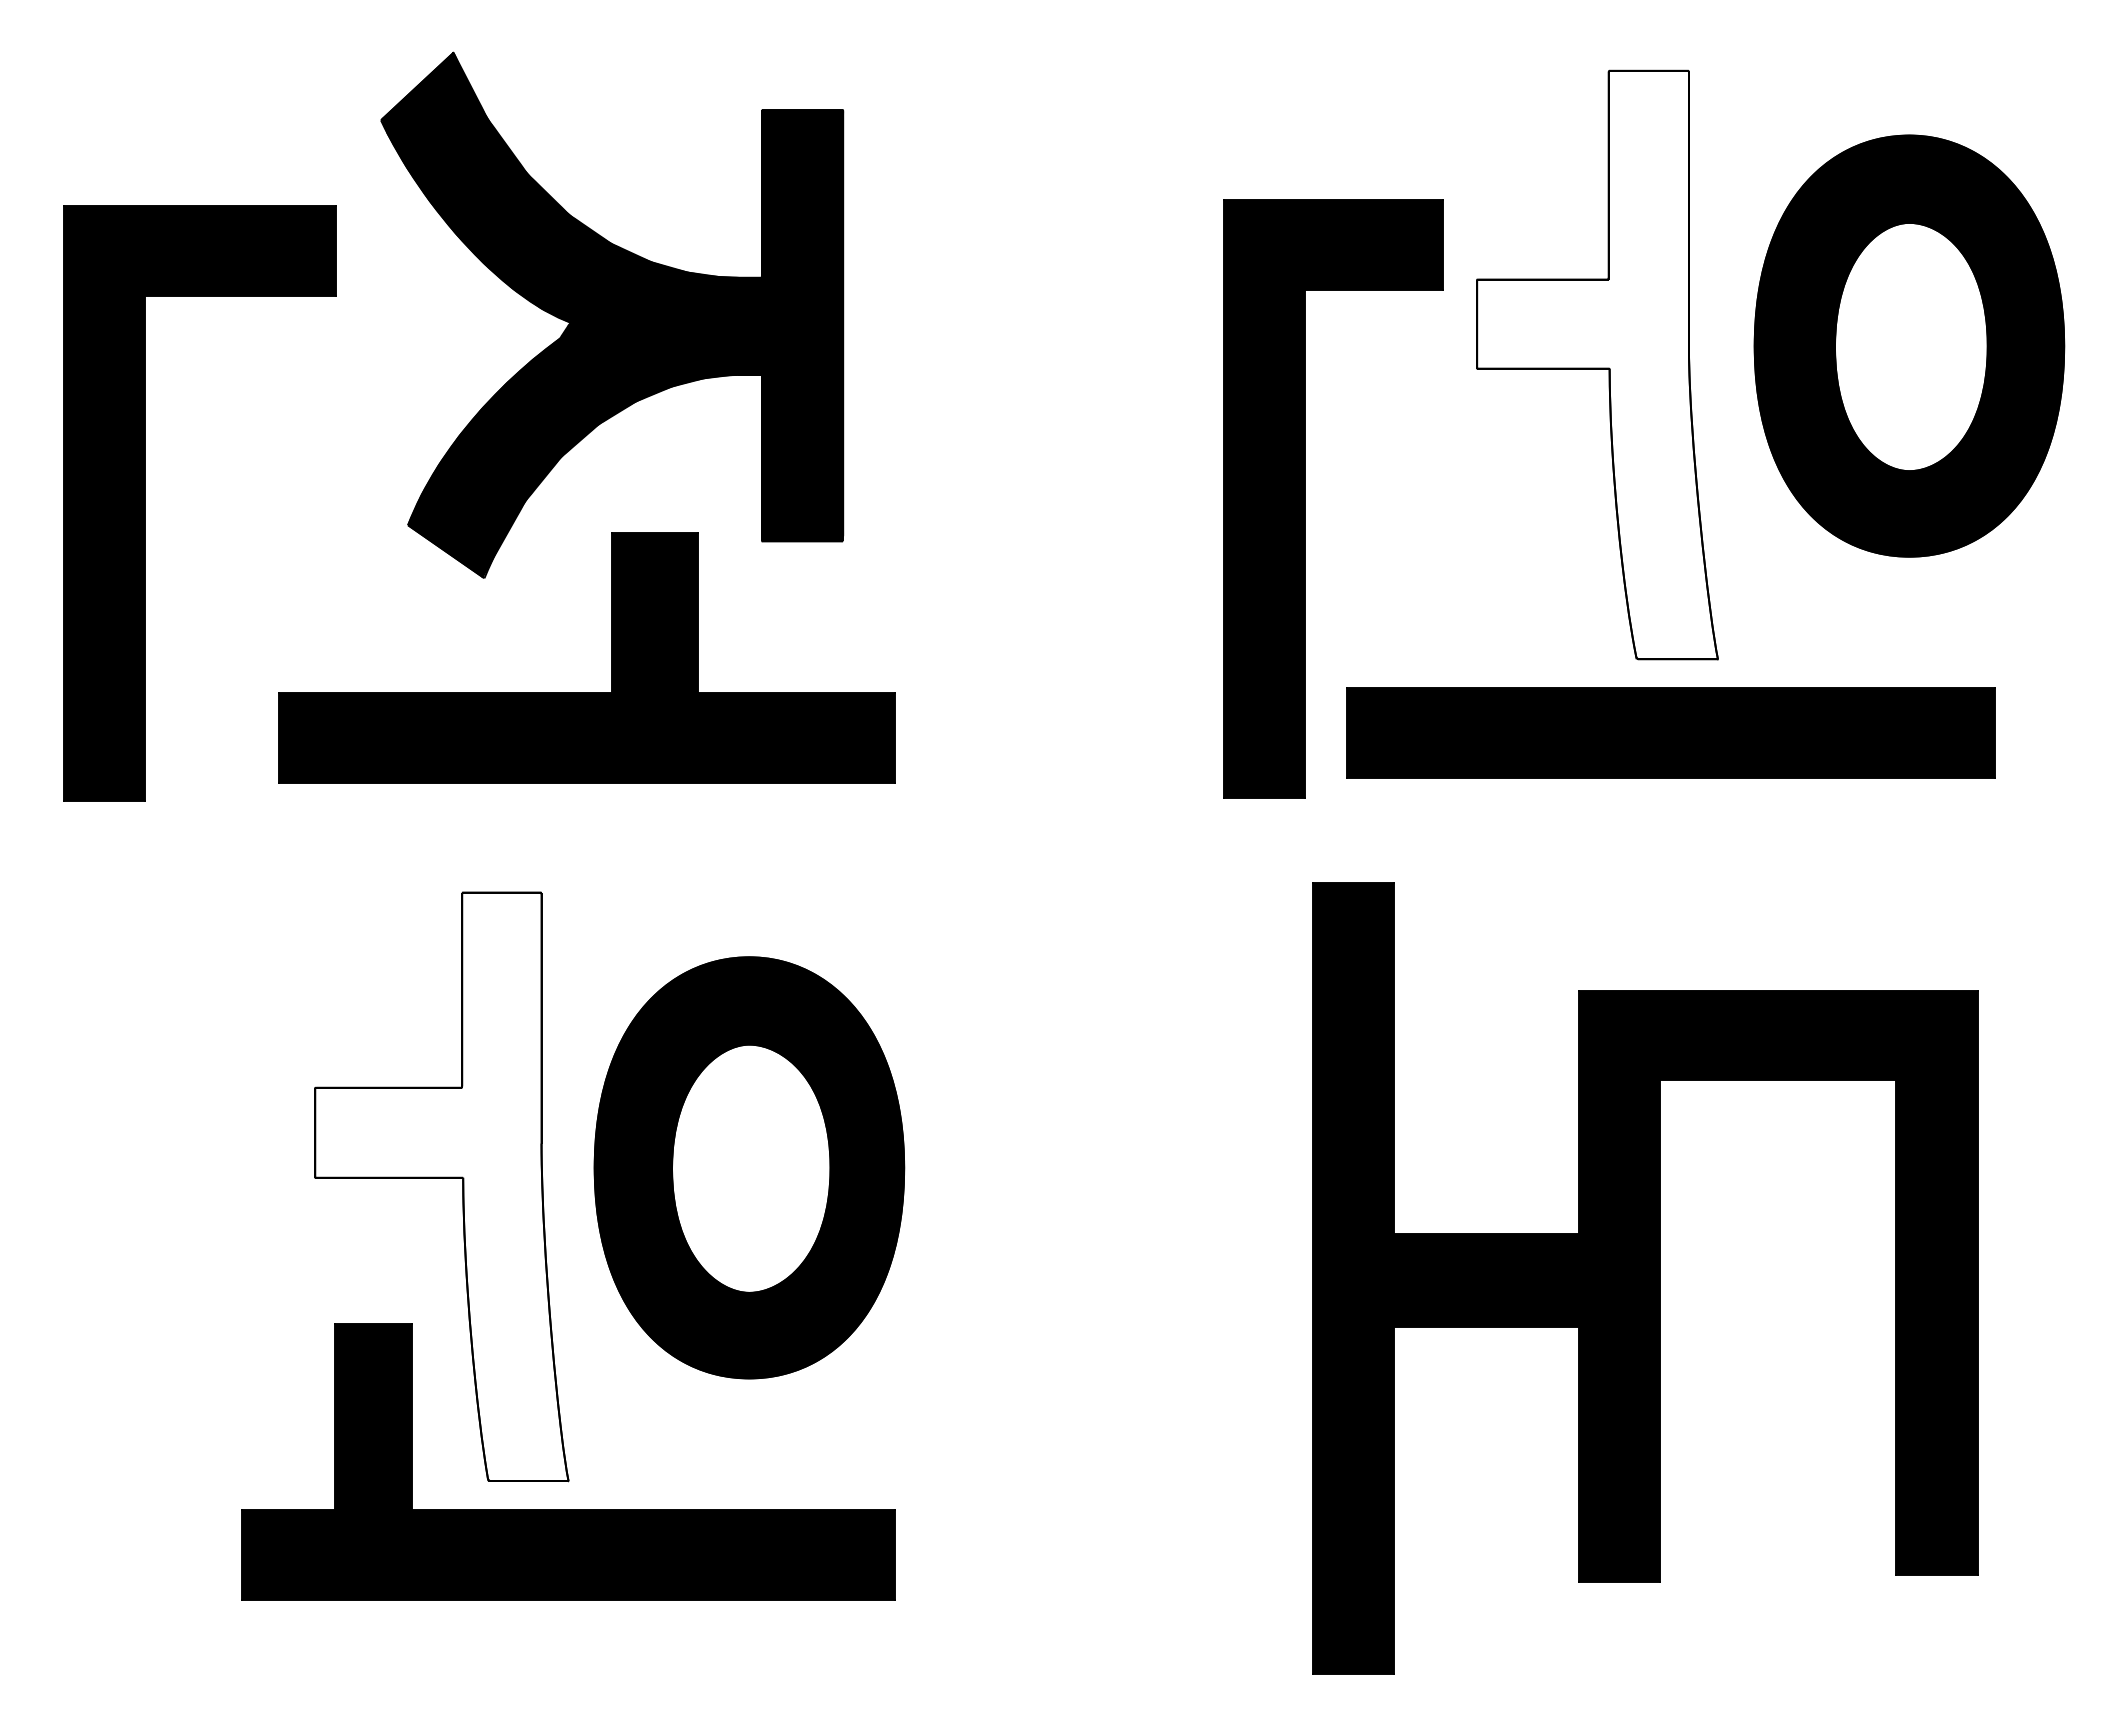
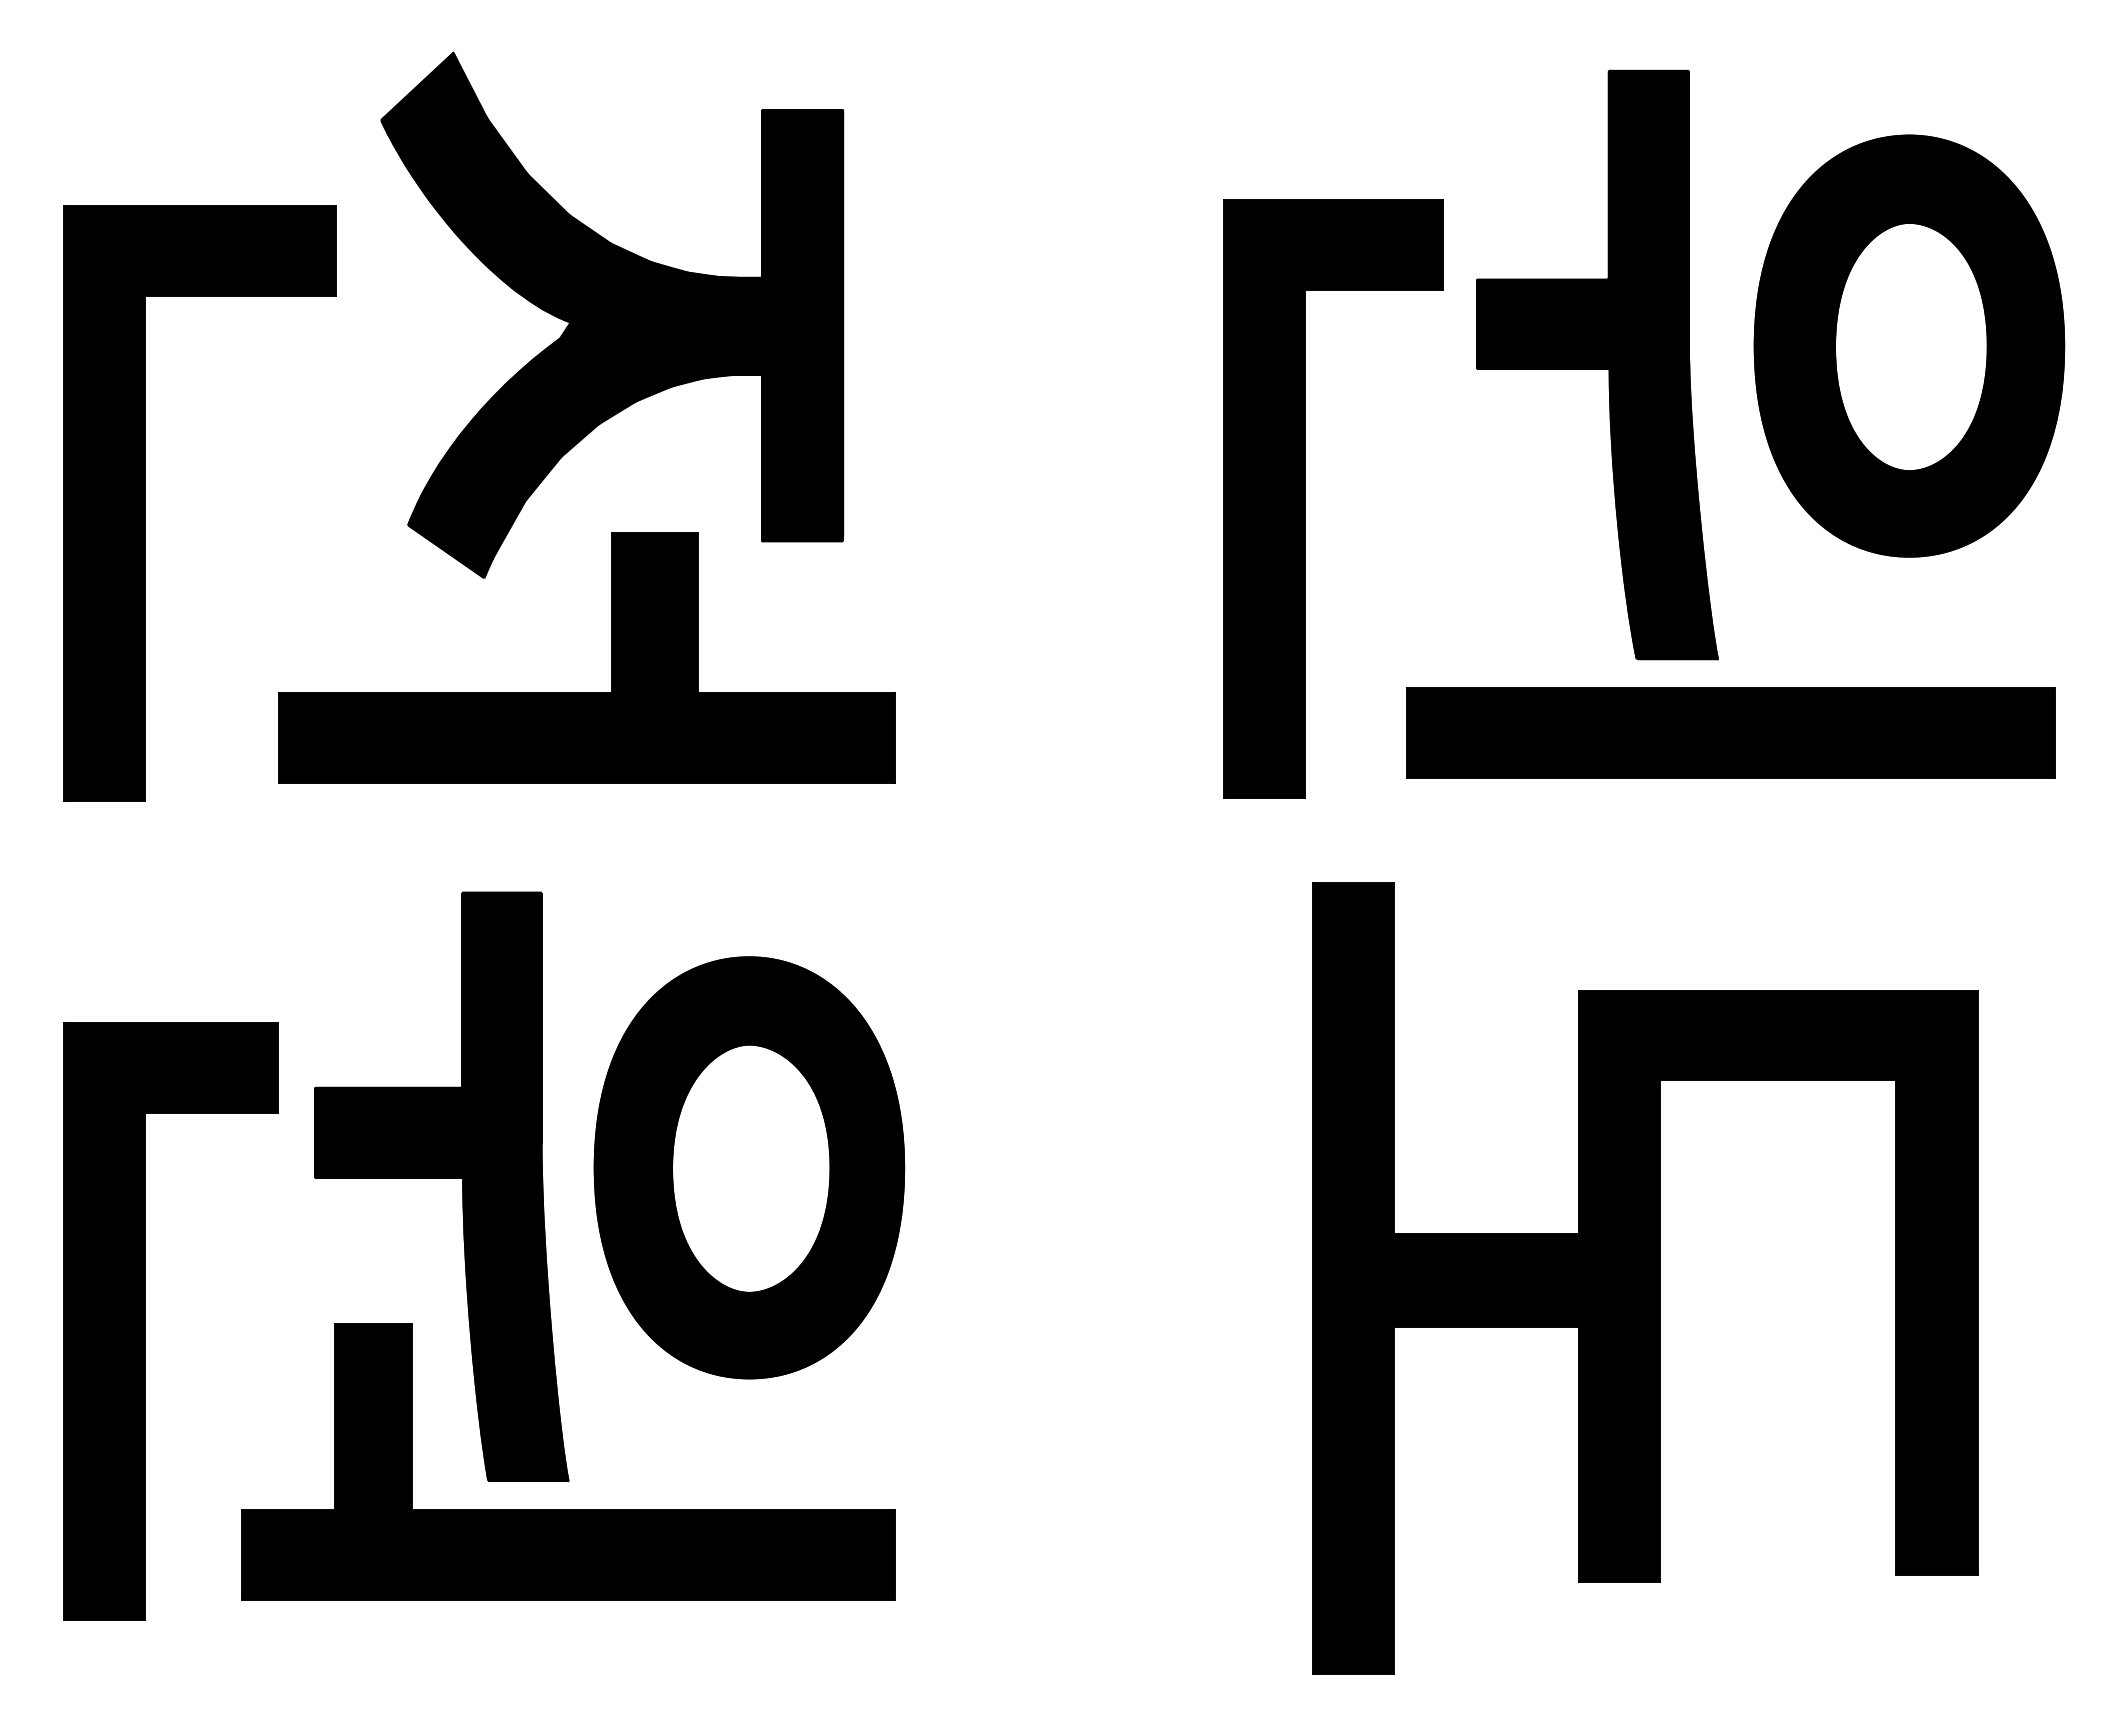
fill at (1597, 364): none -> present
part at (1670, 732) position: (1670, 732) -> (1730, 732)
fill at (441, 1186): none -> present
part at (145, 1321): none -> present
